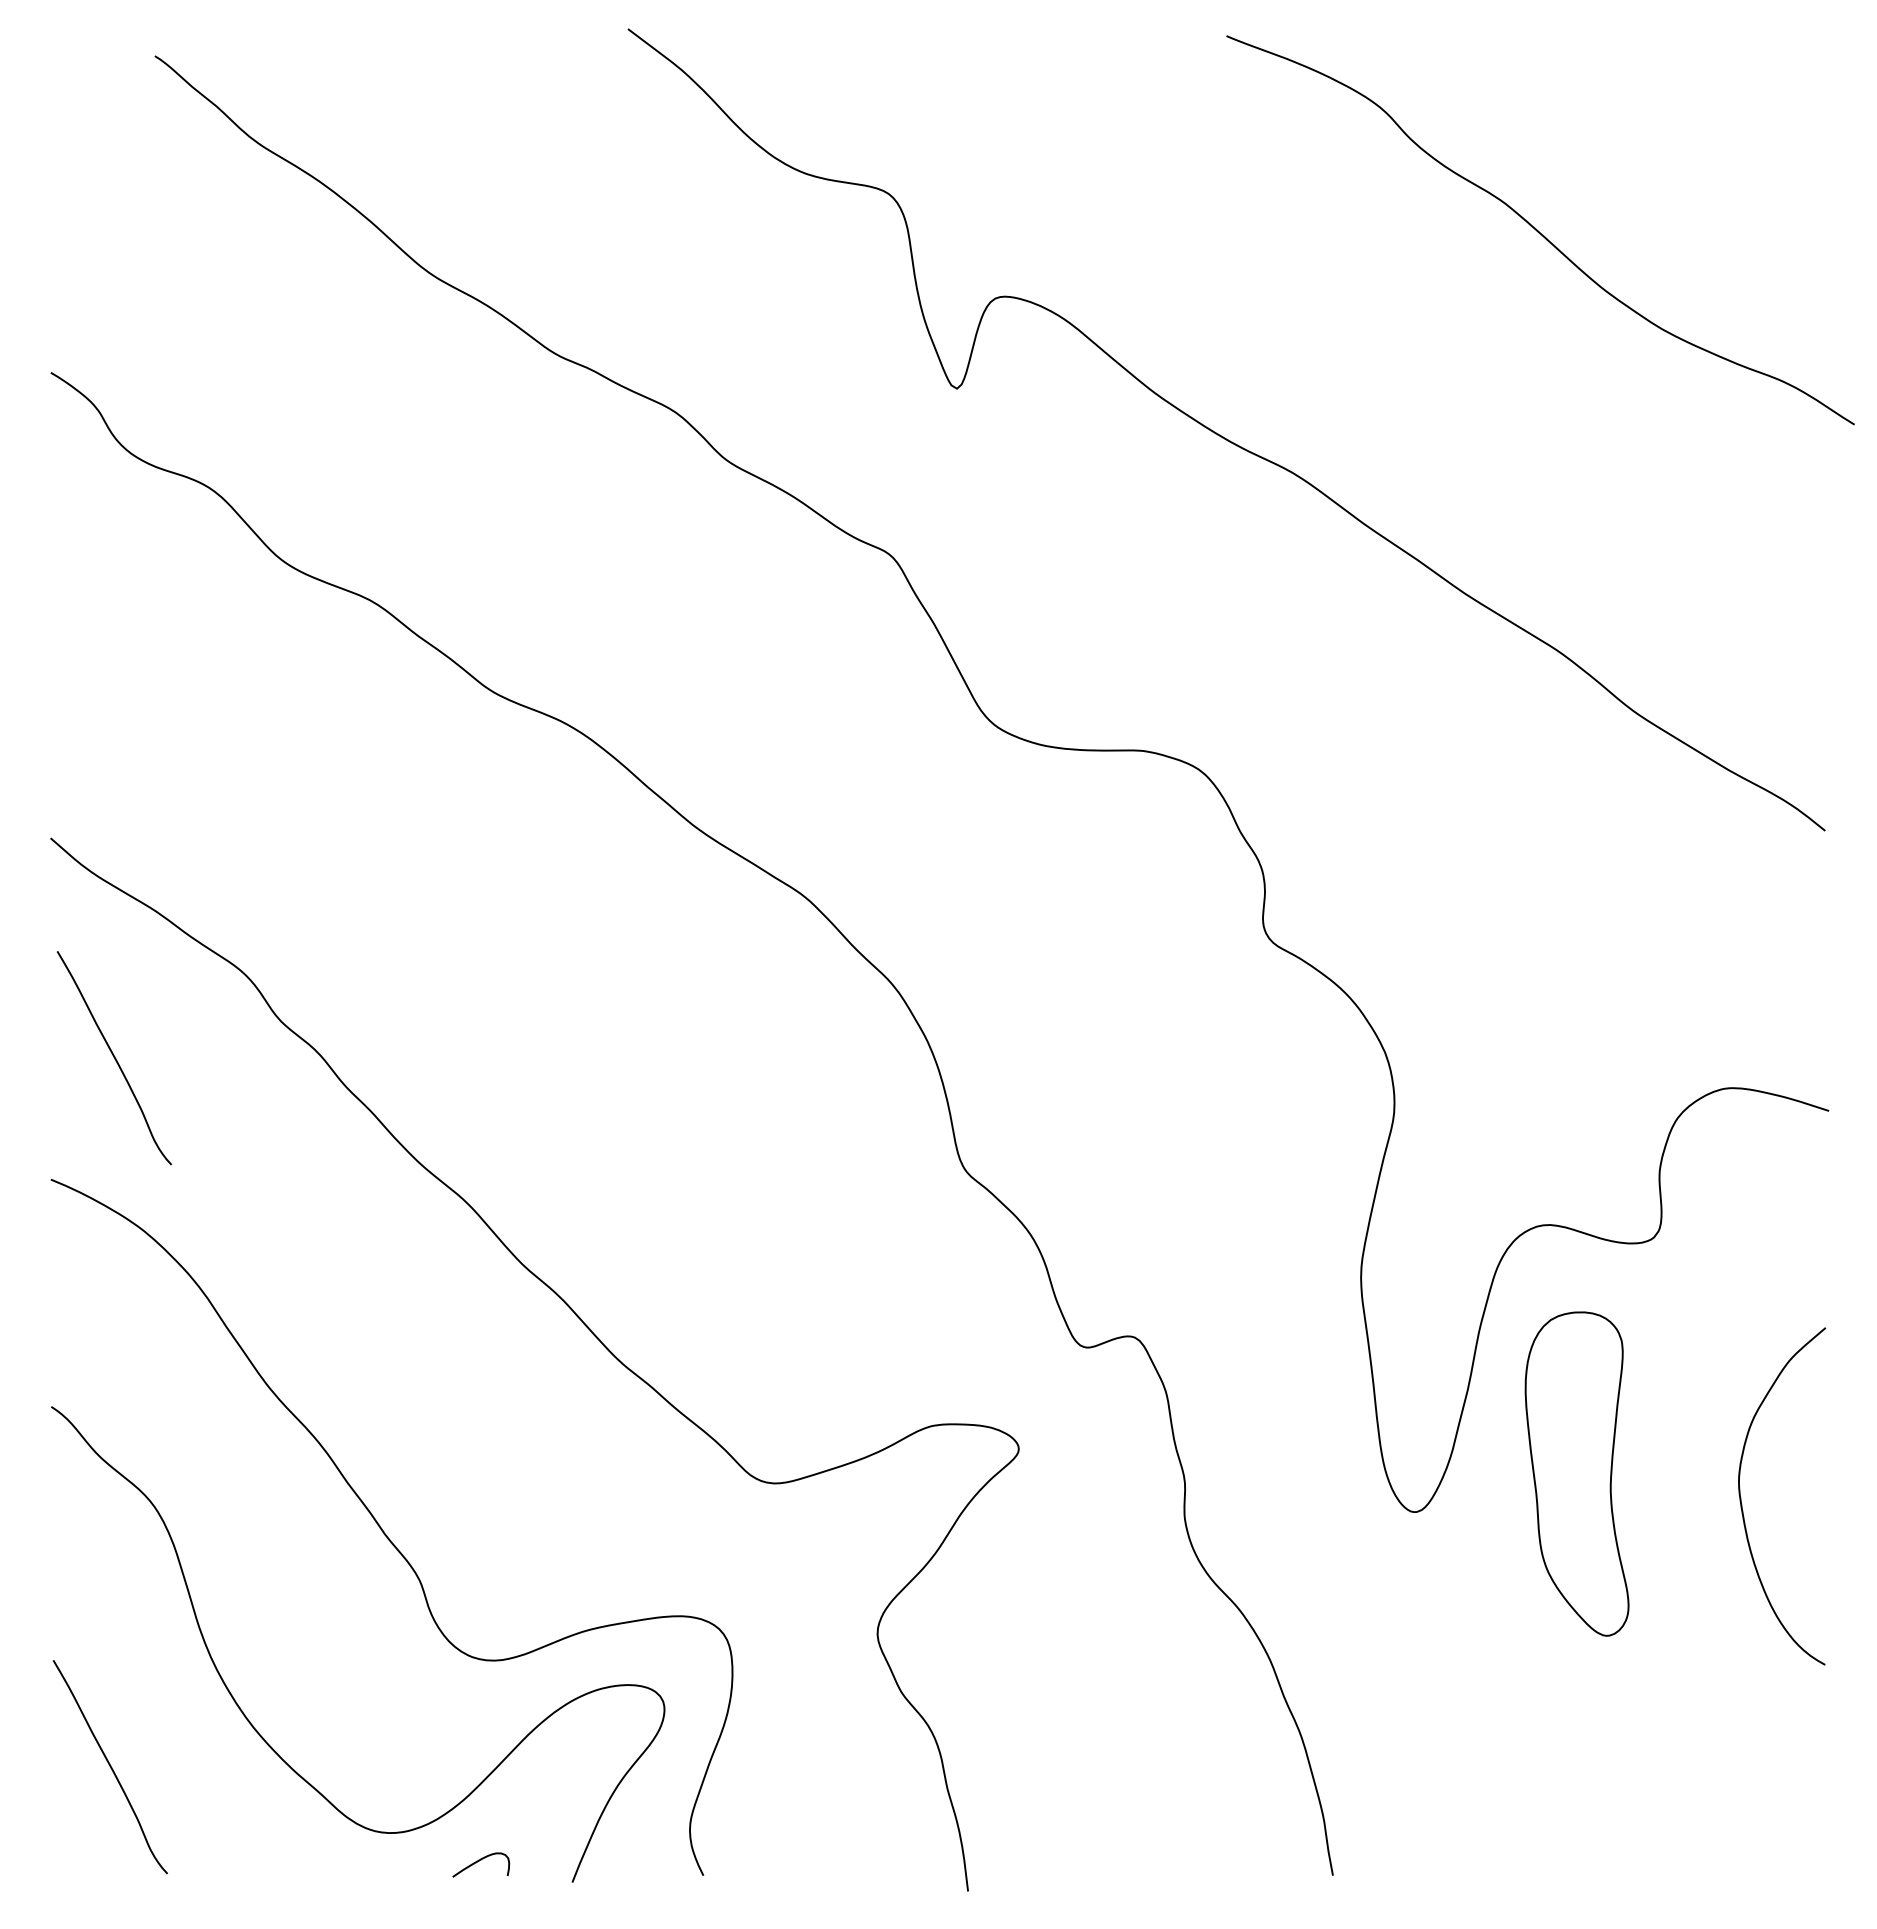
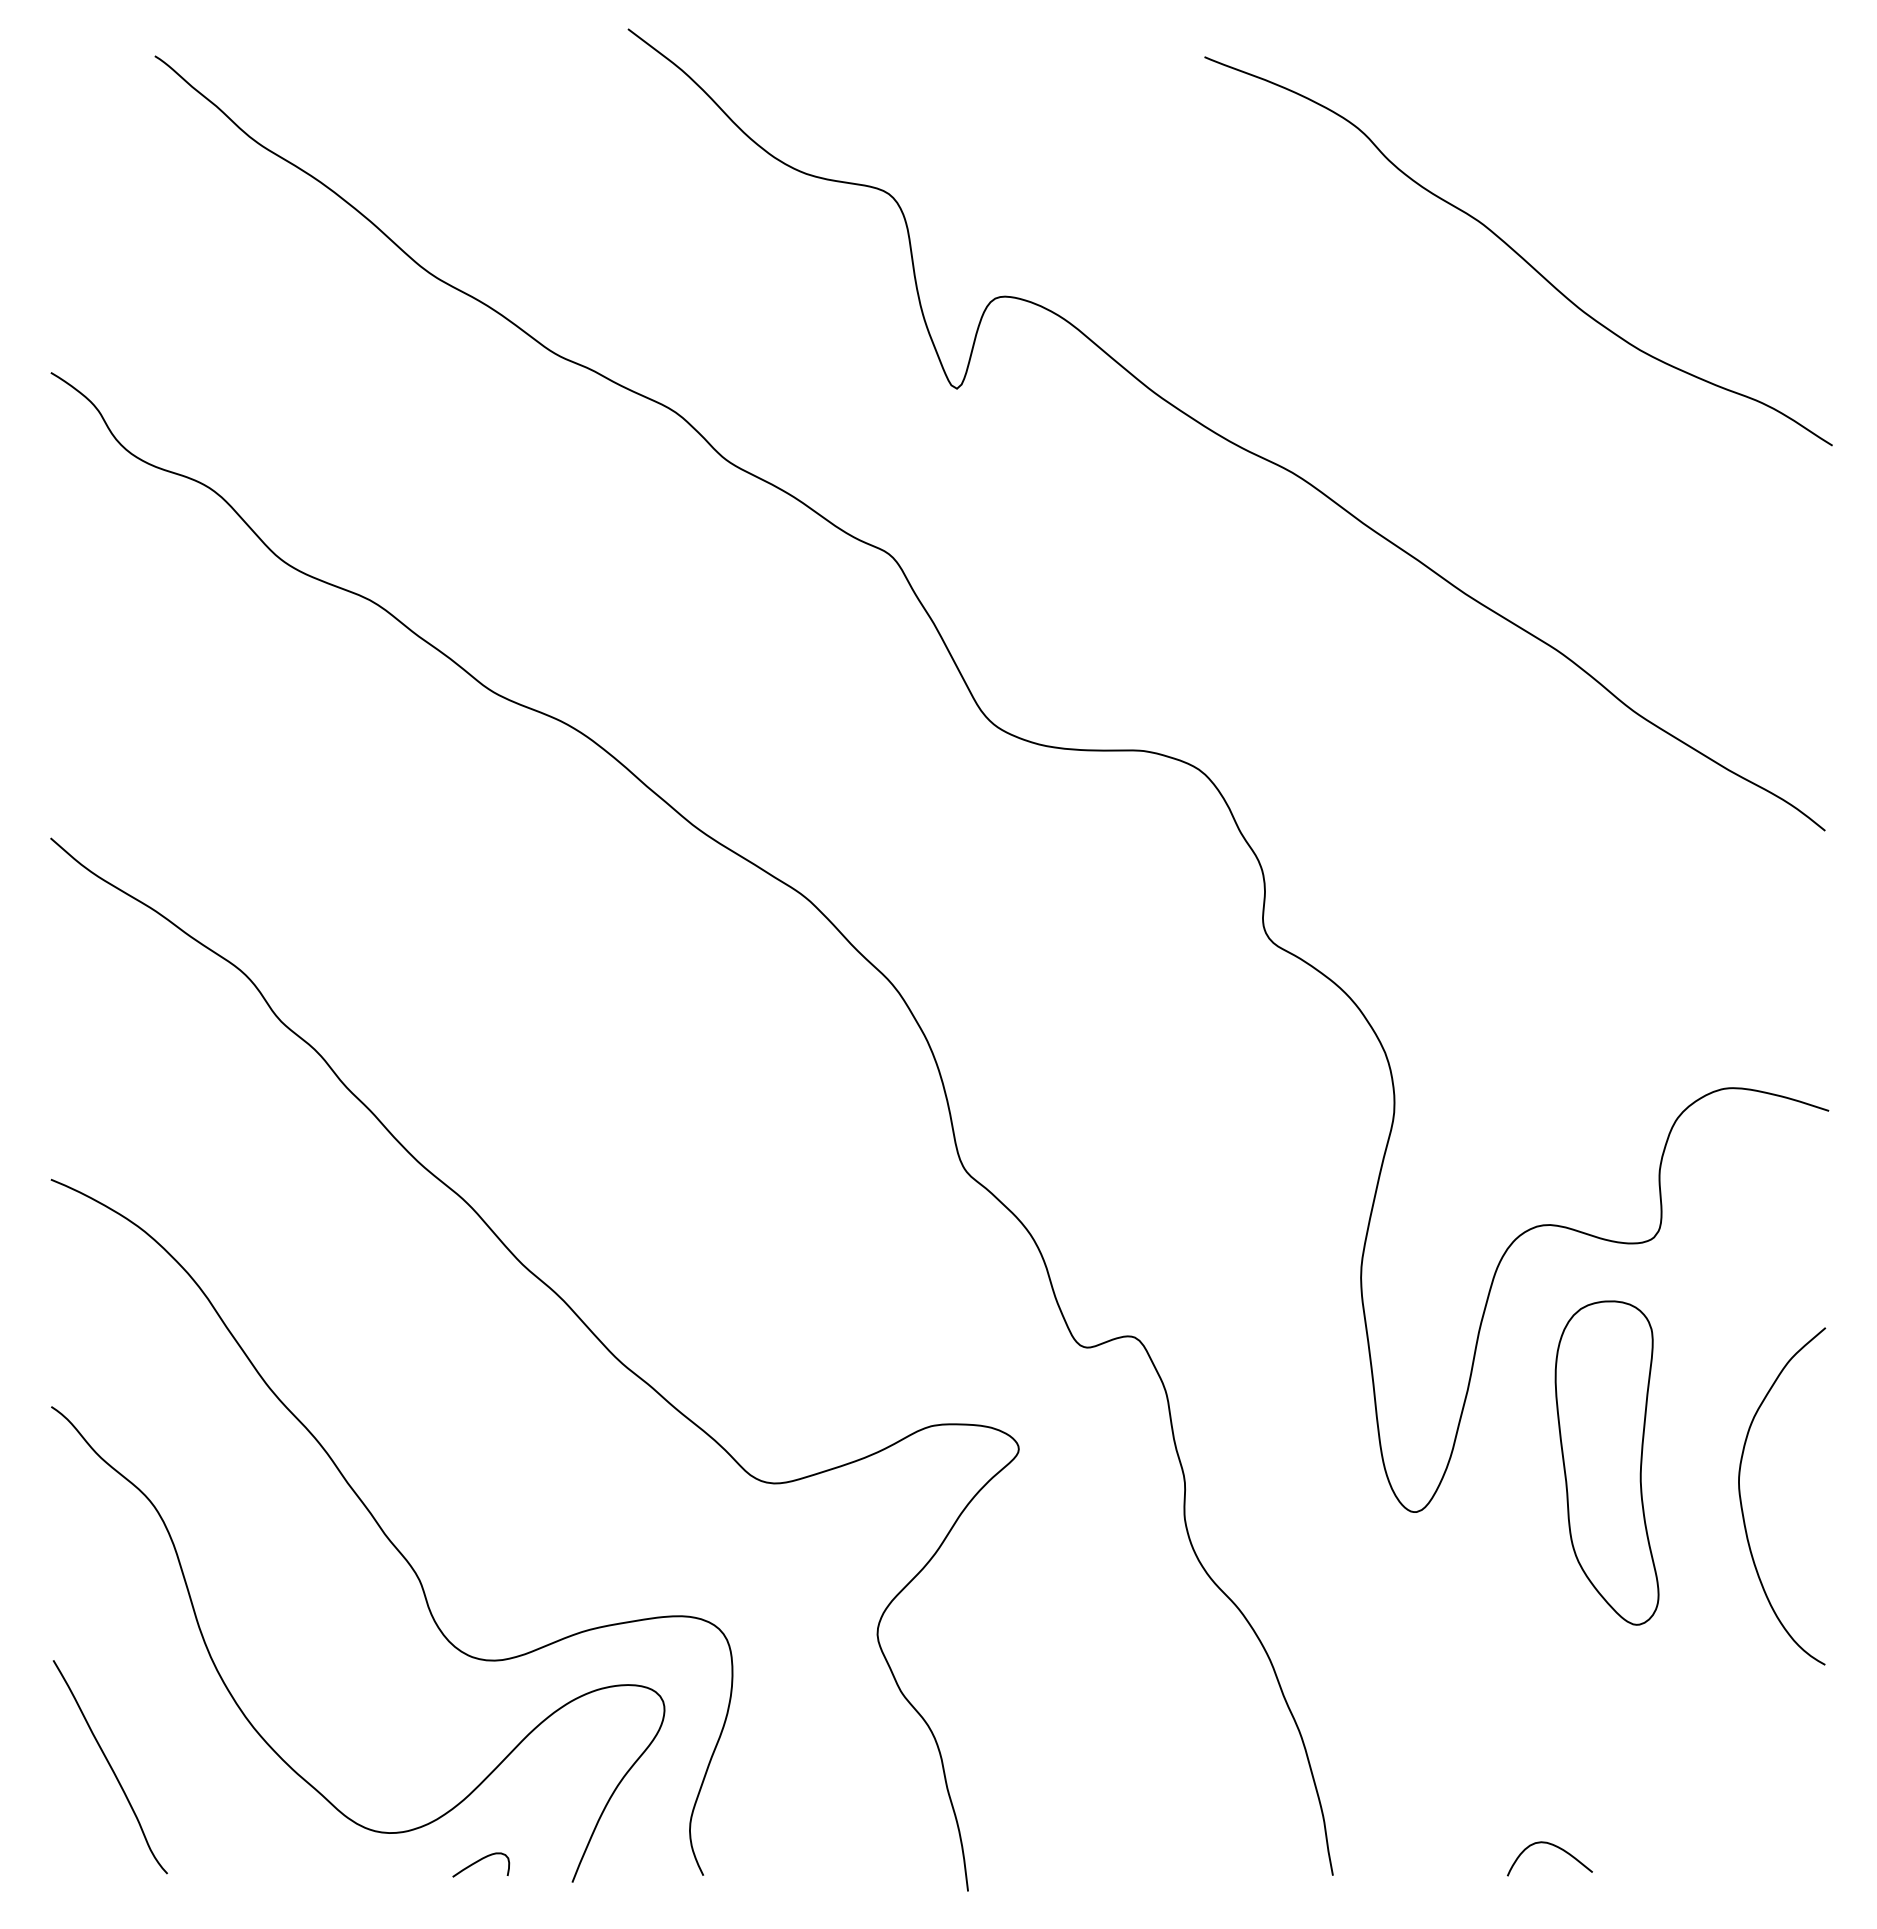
curve at (1539, 231) position: (1539, 231) -> (1517, 252)
curve at (113, 1057): present -> none
part at (1576, 1473) position: (1576, 1473) -> (1606, 1462)
curve at (1553, 1846): none -> present
